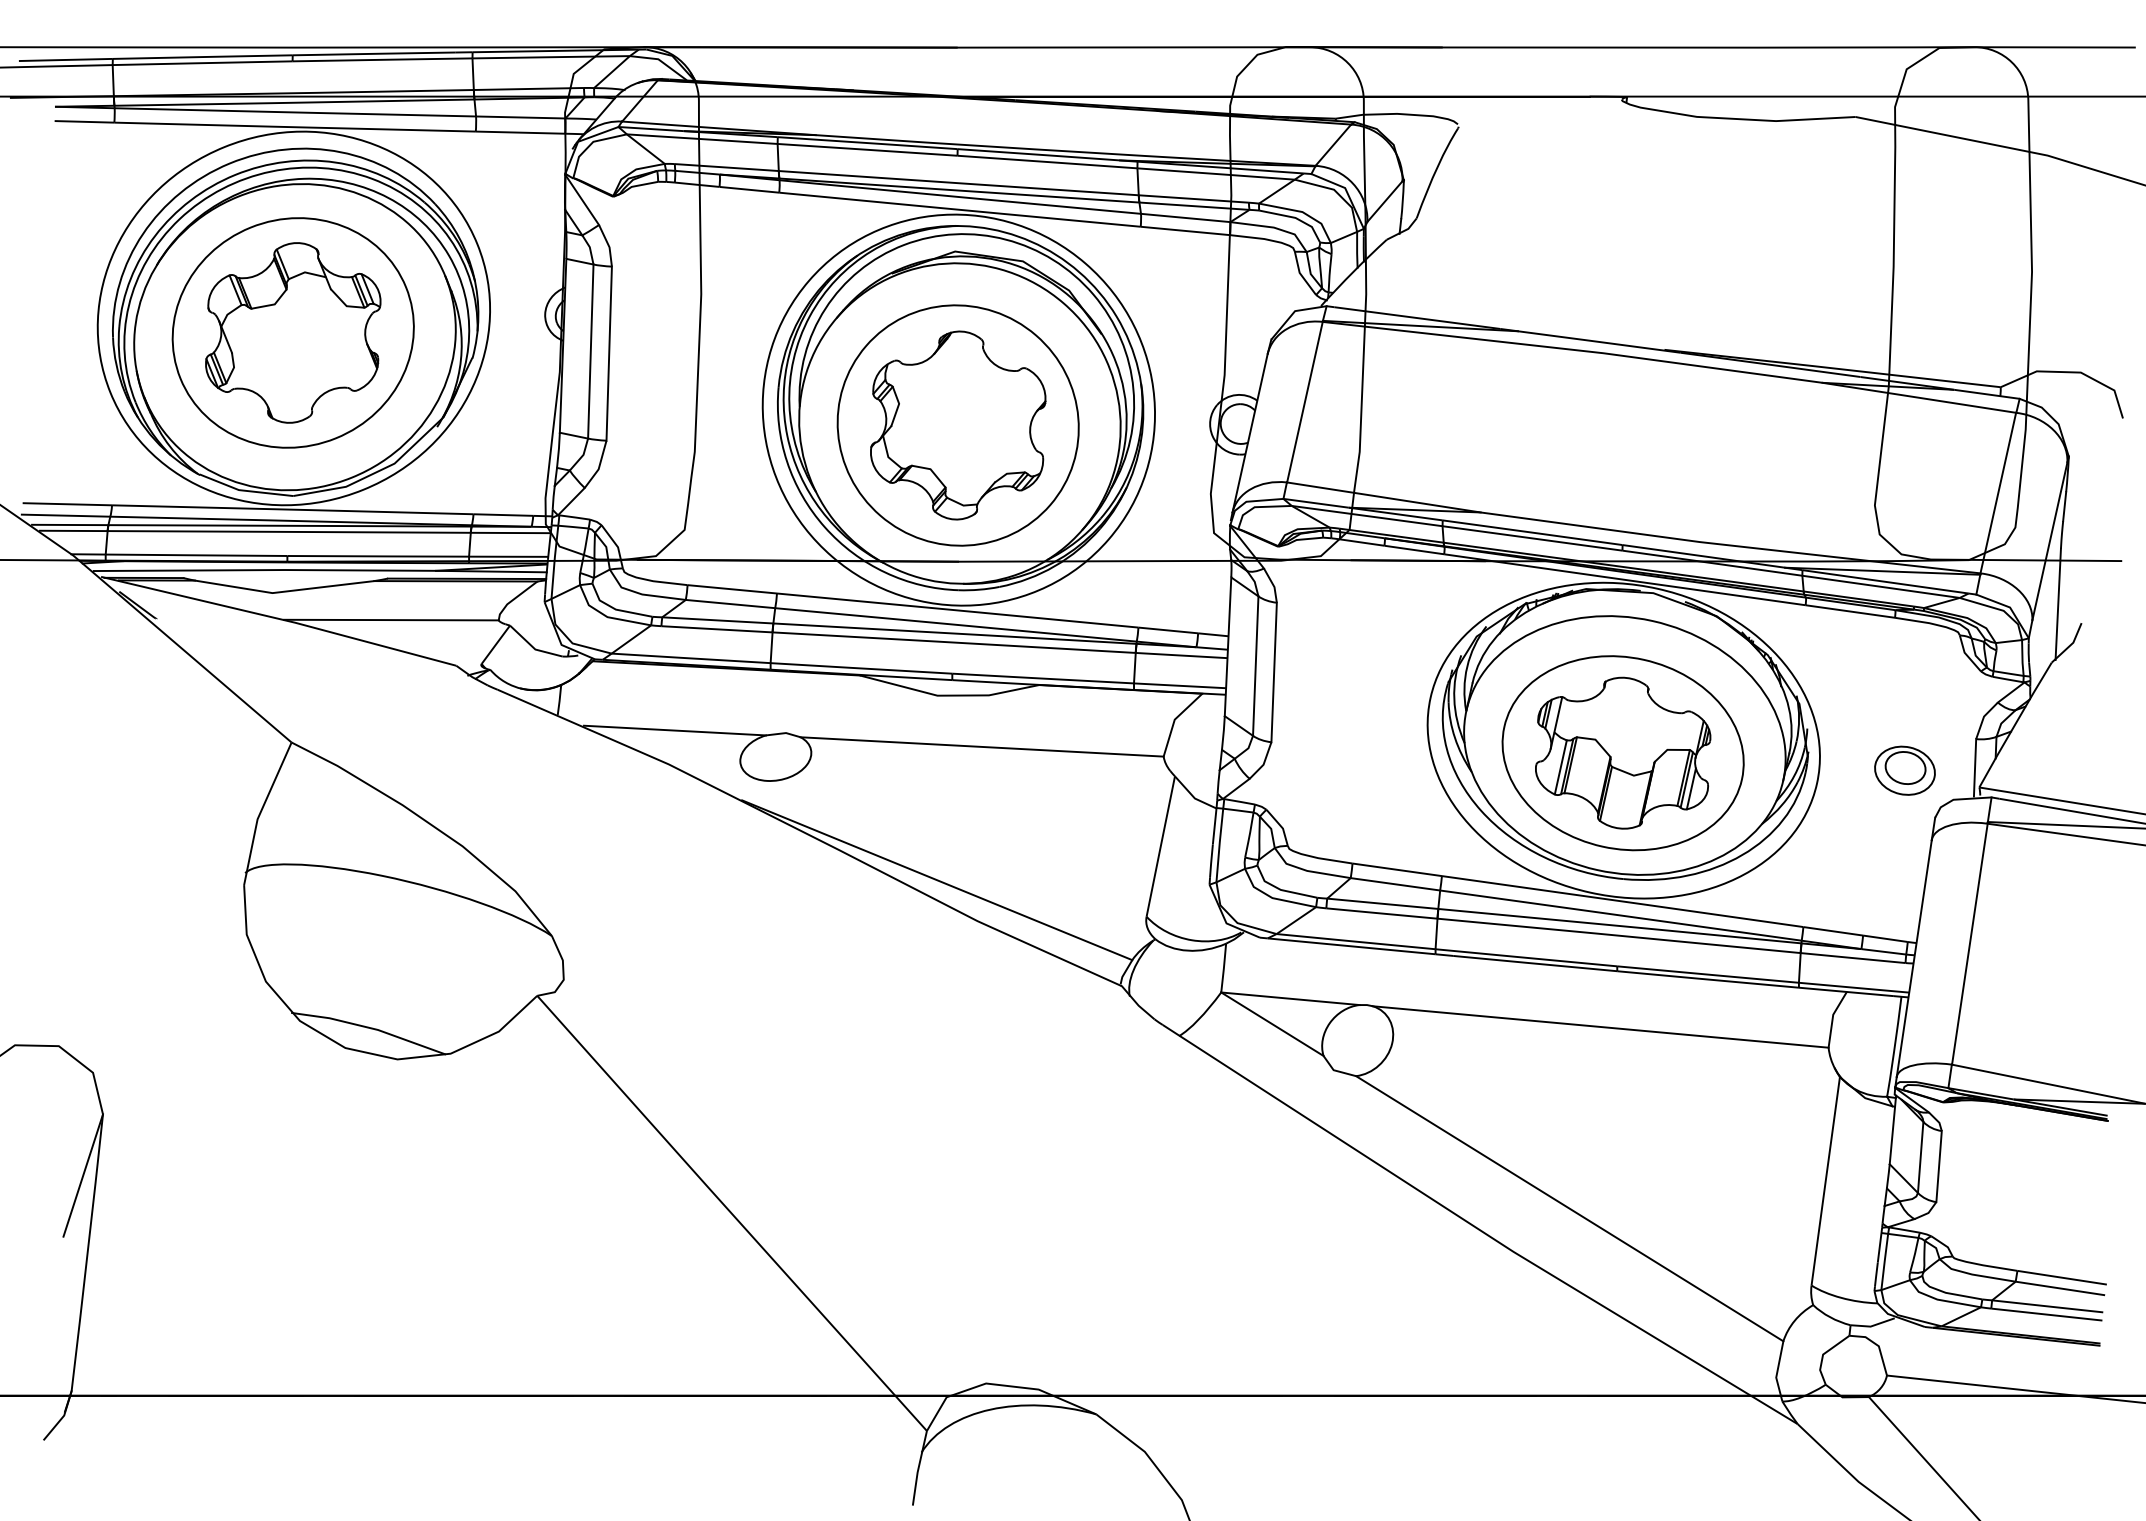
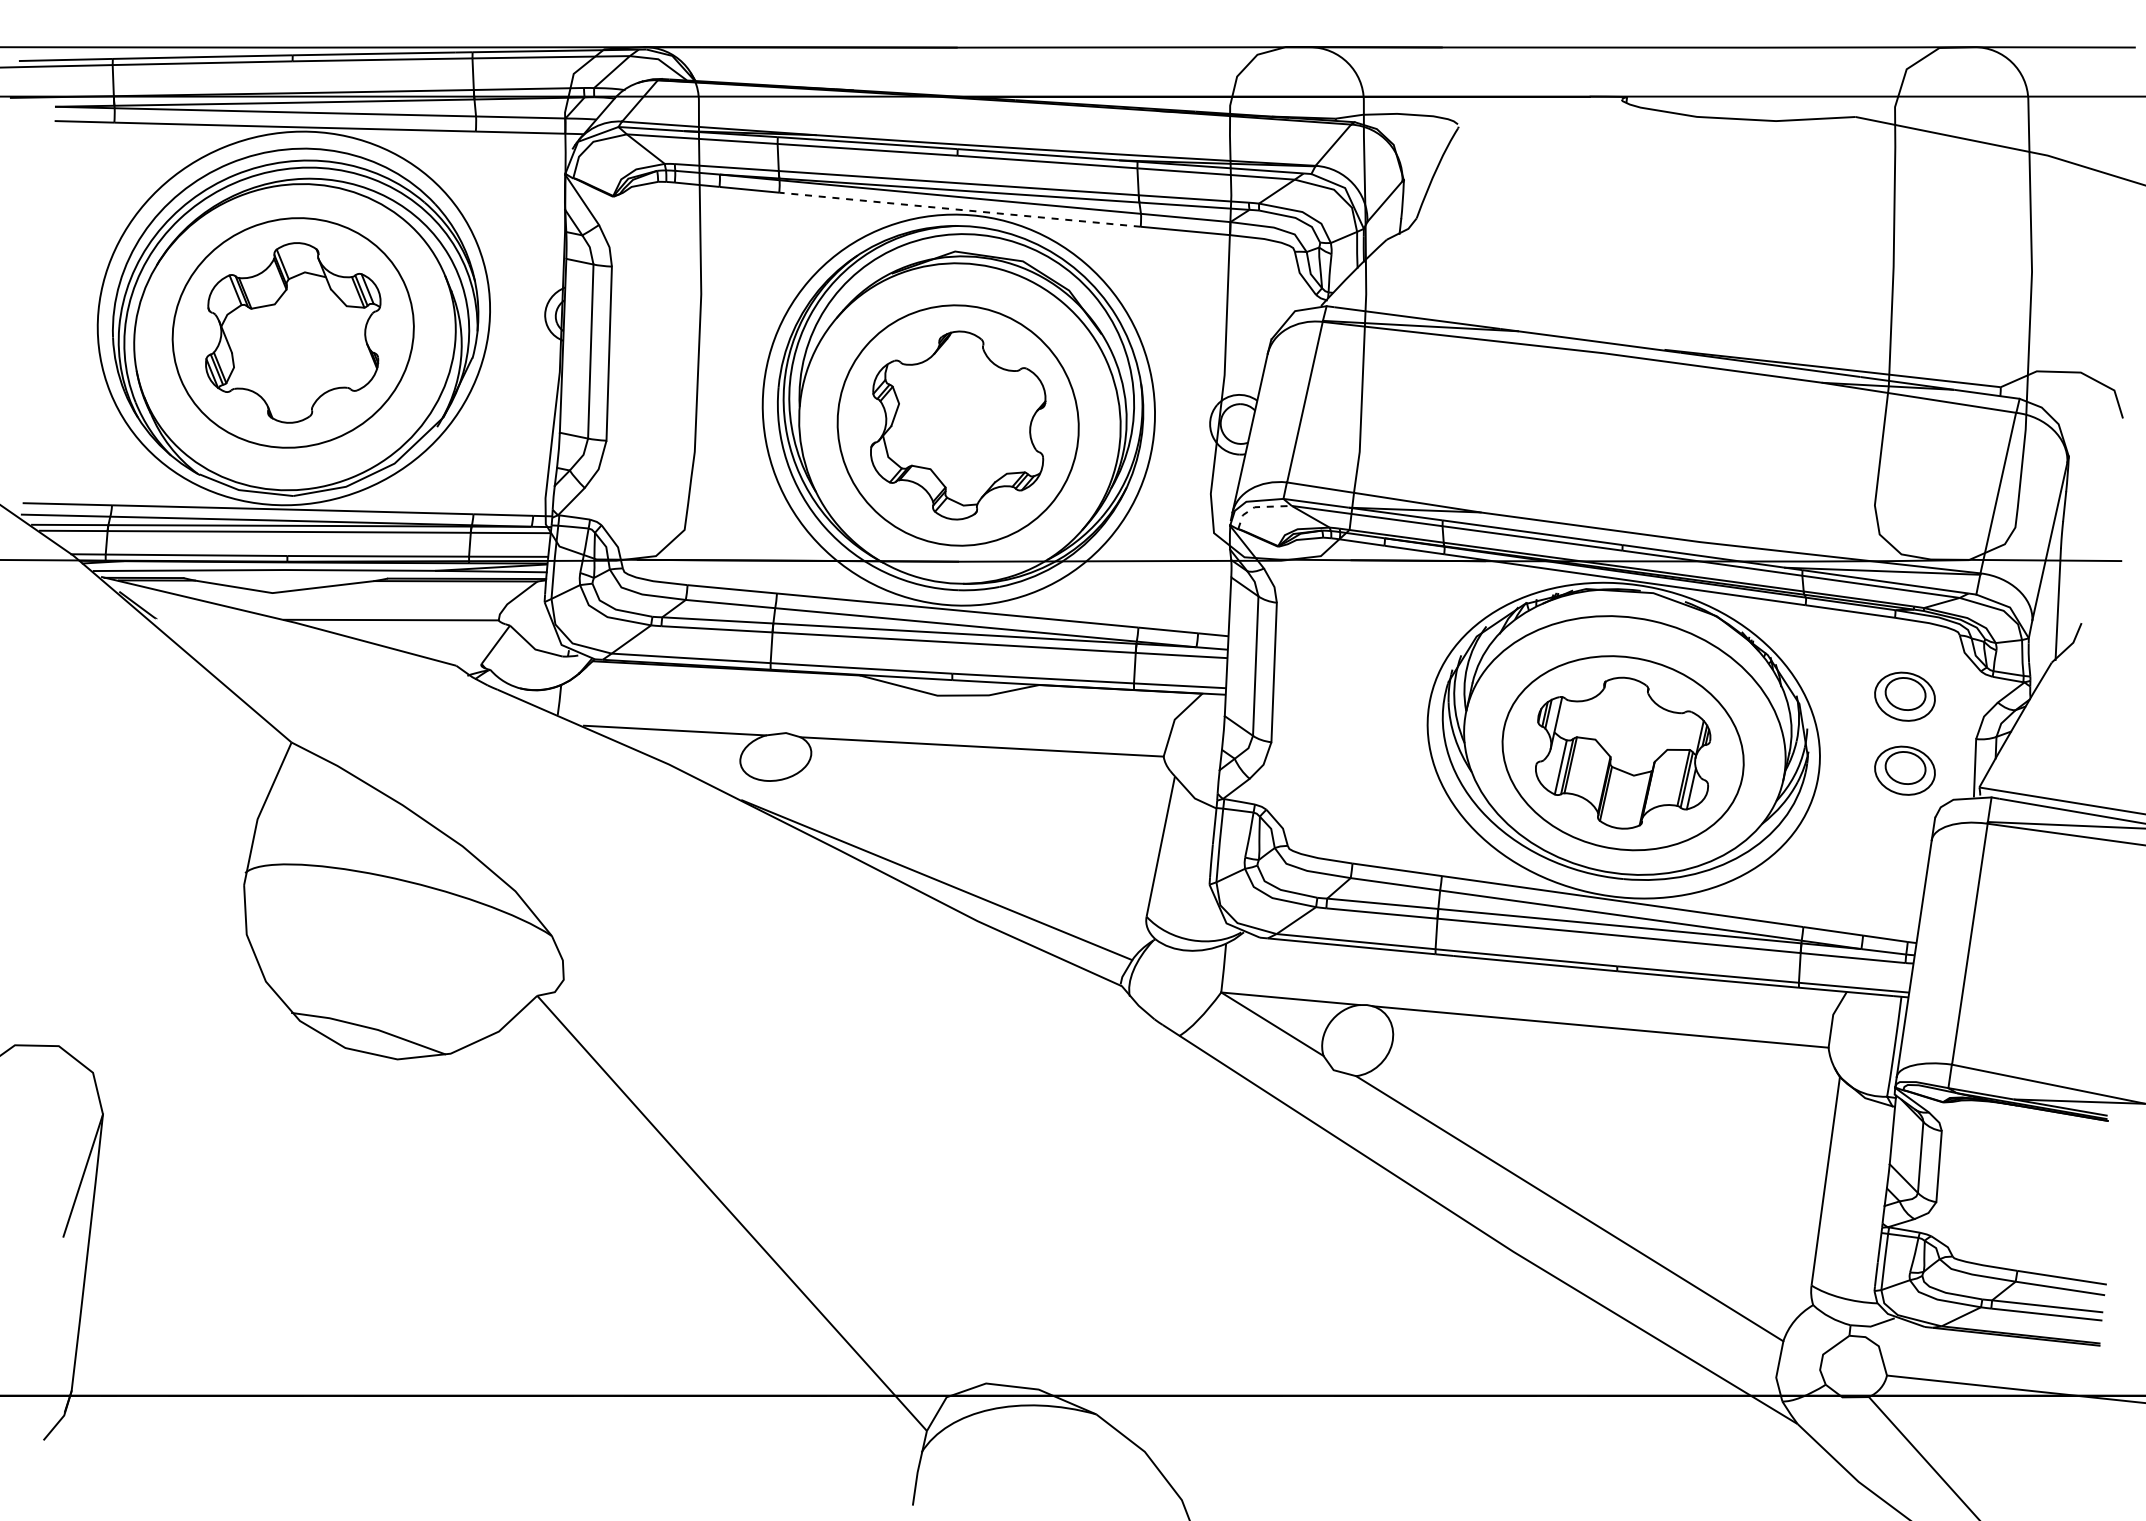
line at (959, 209): solid -> dashed
line at (1257, 507): solid -> dashed
part at (1904, 696): none -> present
